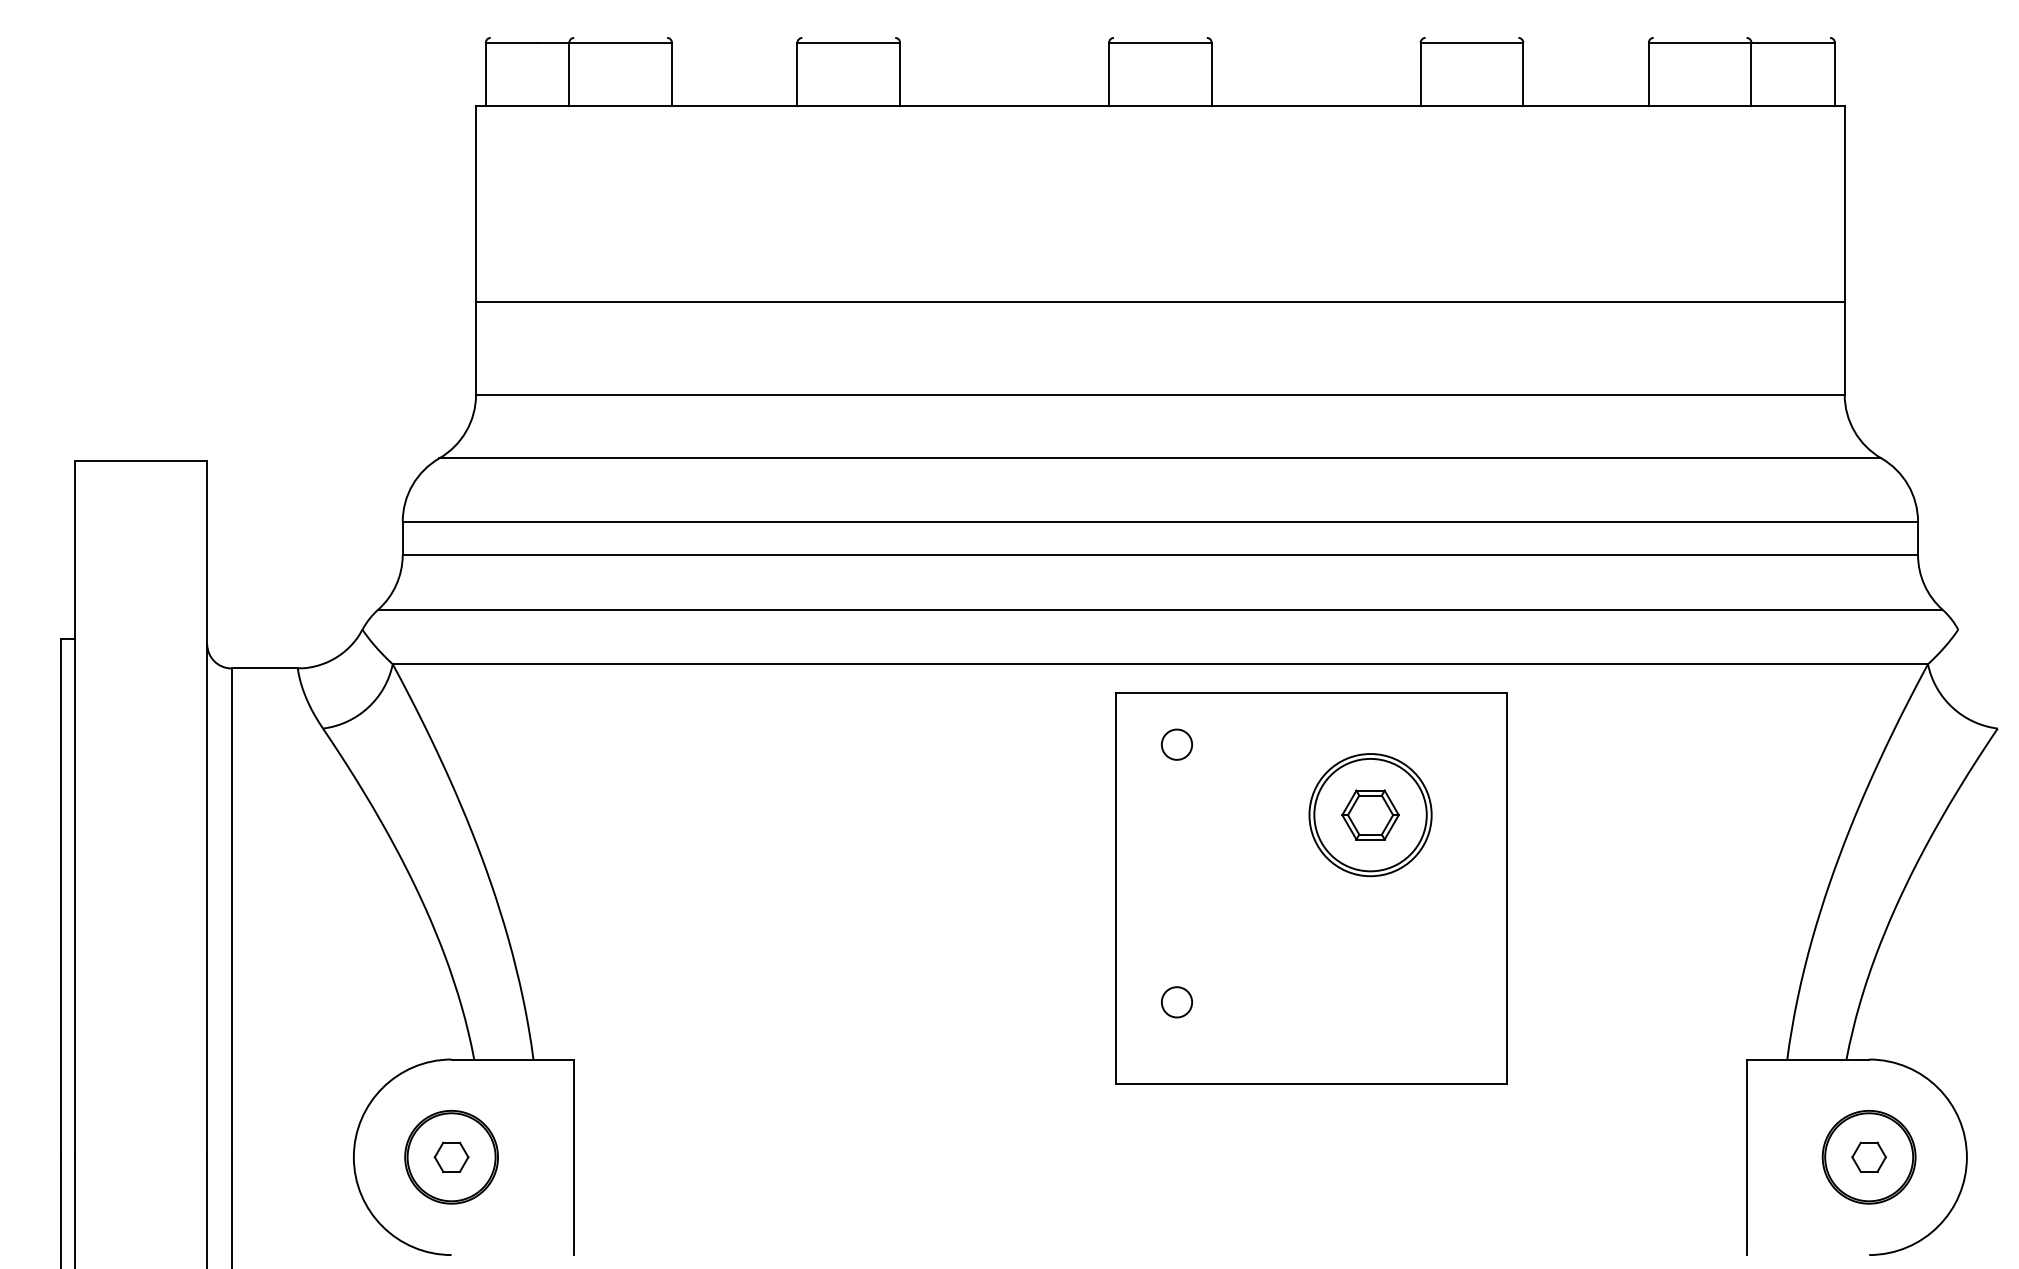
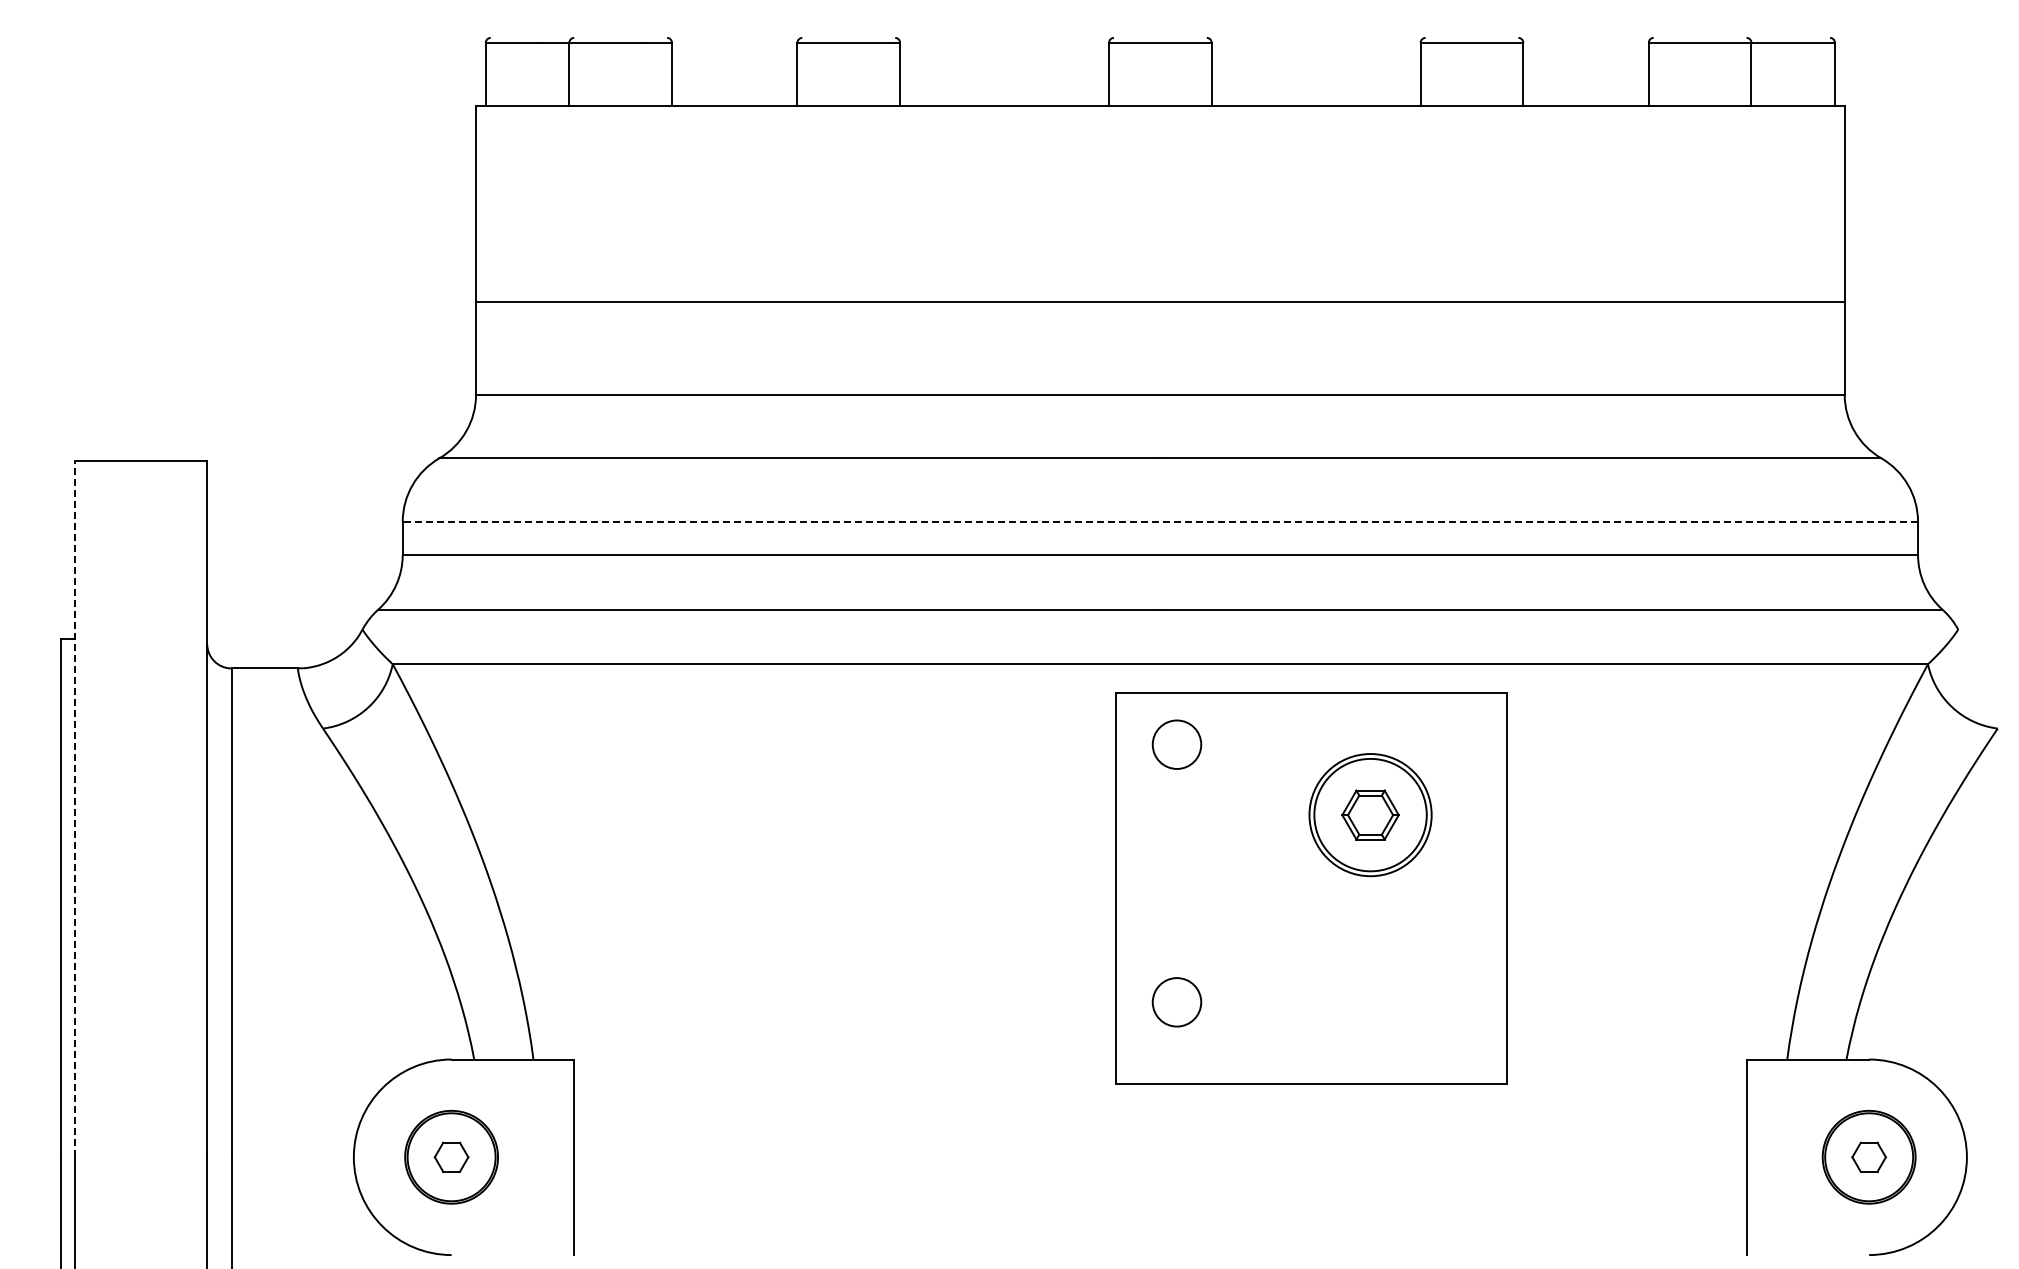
line at (1160, 521): solid -> dashed
circle at (1176, 744) diameter: 30 px -> 48 px
line at (75, 808): solid -> dashed
circle at (1176, 1002) diameter: 30 px -> 48 px
